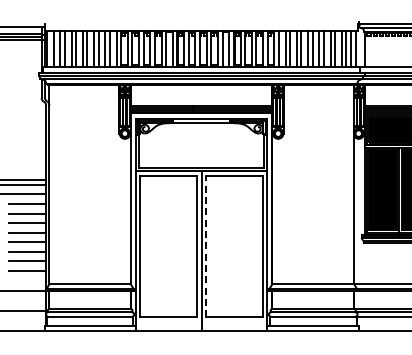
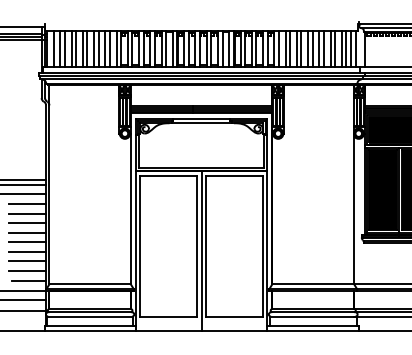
line at (206, 246): dashed -> solid
line at (28, 281): none -> present
line at (23, 300): none -> present
